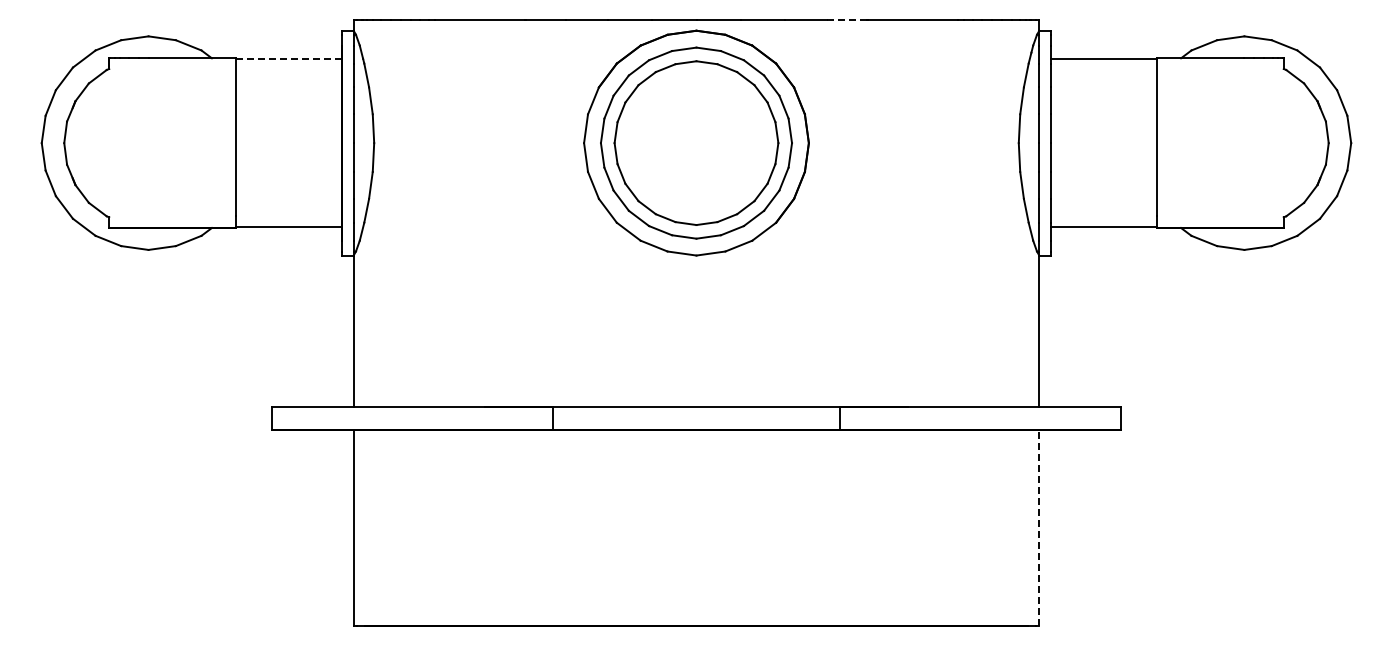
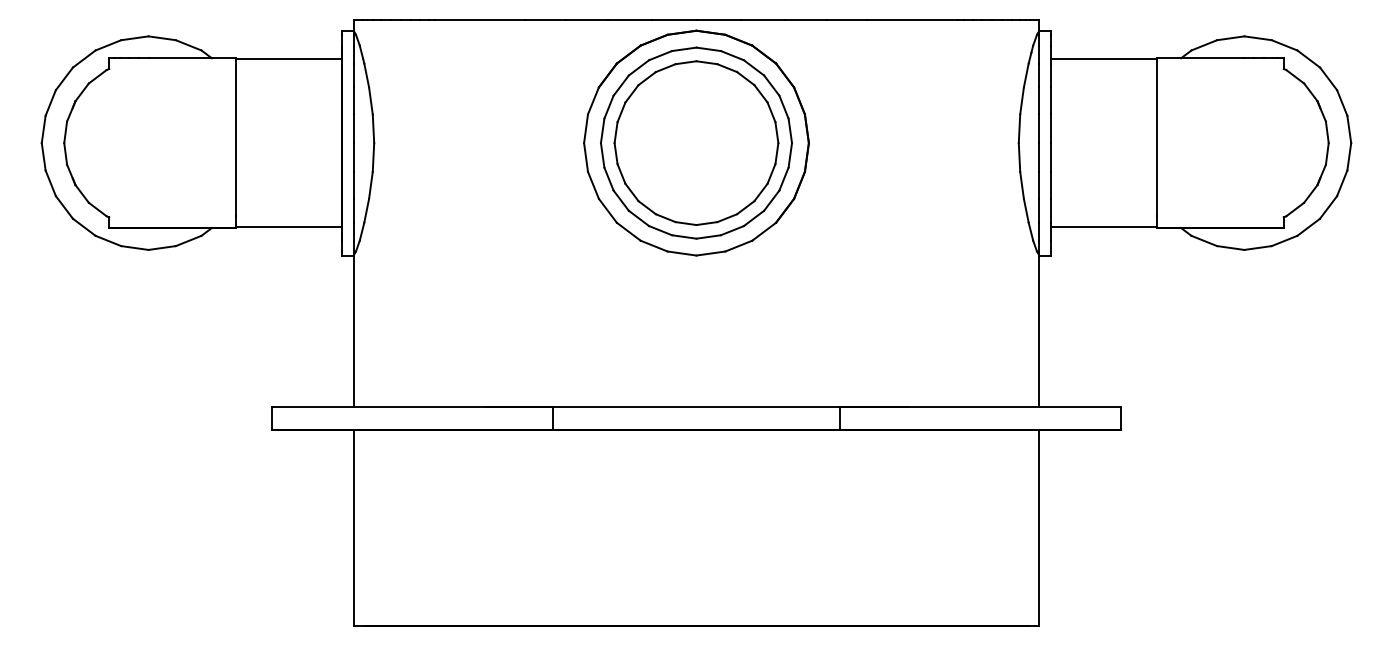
line at (847, 19): dashed -> solid
line at (289, 58): dashed -> solid
line at (1039, 527): dashed -> solid
